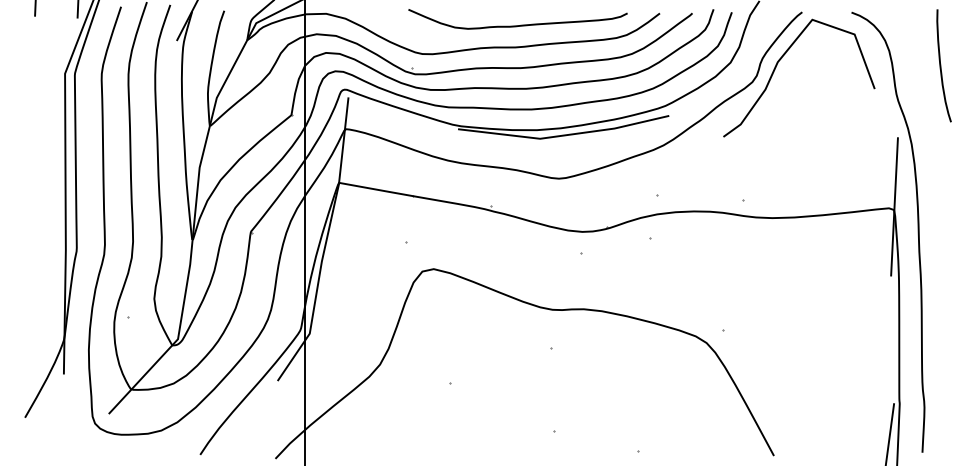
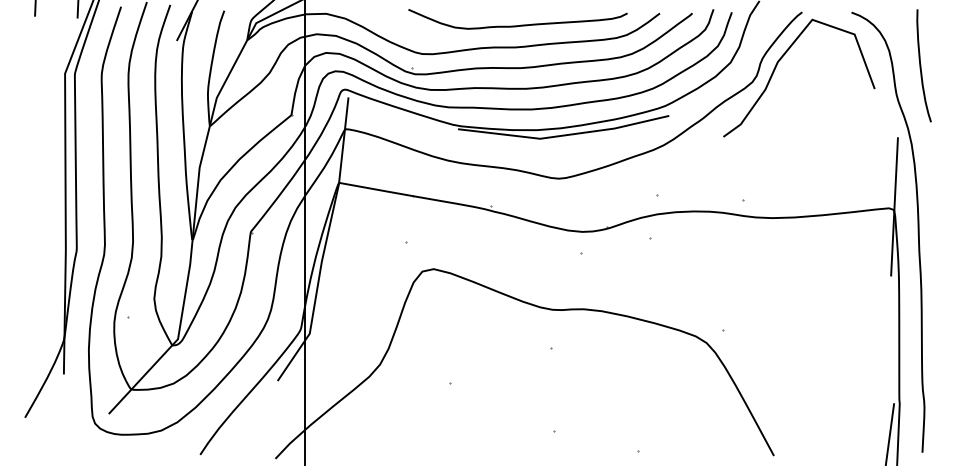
curve at (941, 65) position: (941, 65) -> (921, 65)
